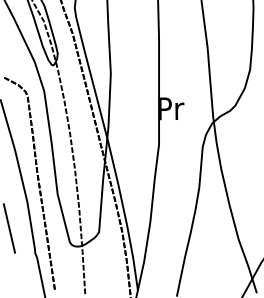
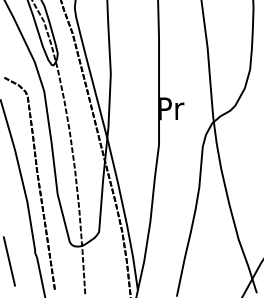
line at (9, 228) position: (9, 228) -> (9, 261)
